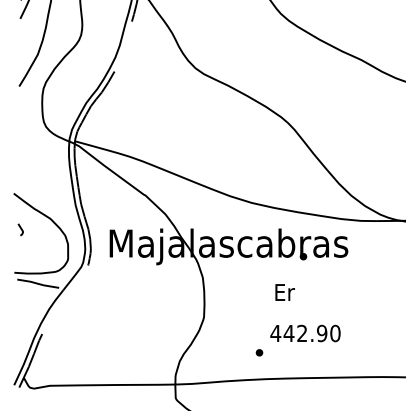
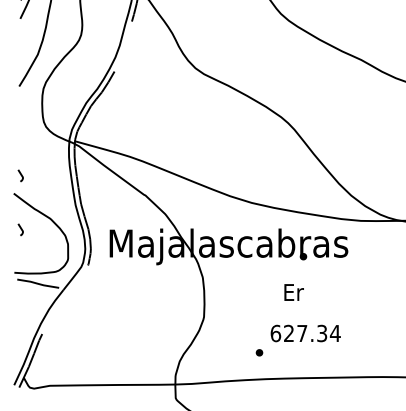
line at (20, 175): none -> present
text at (284, 292) position: (284, 292) -> (293, 292)
text at (305, 333): 442.90 -> 627.34
